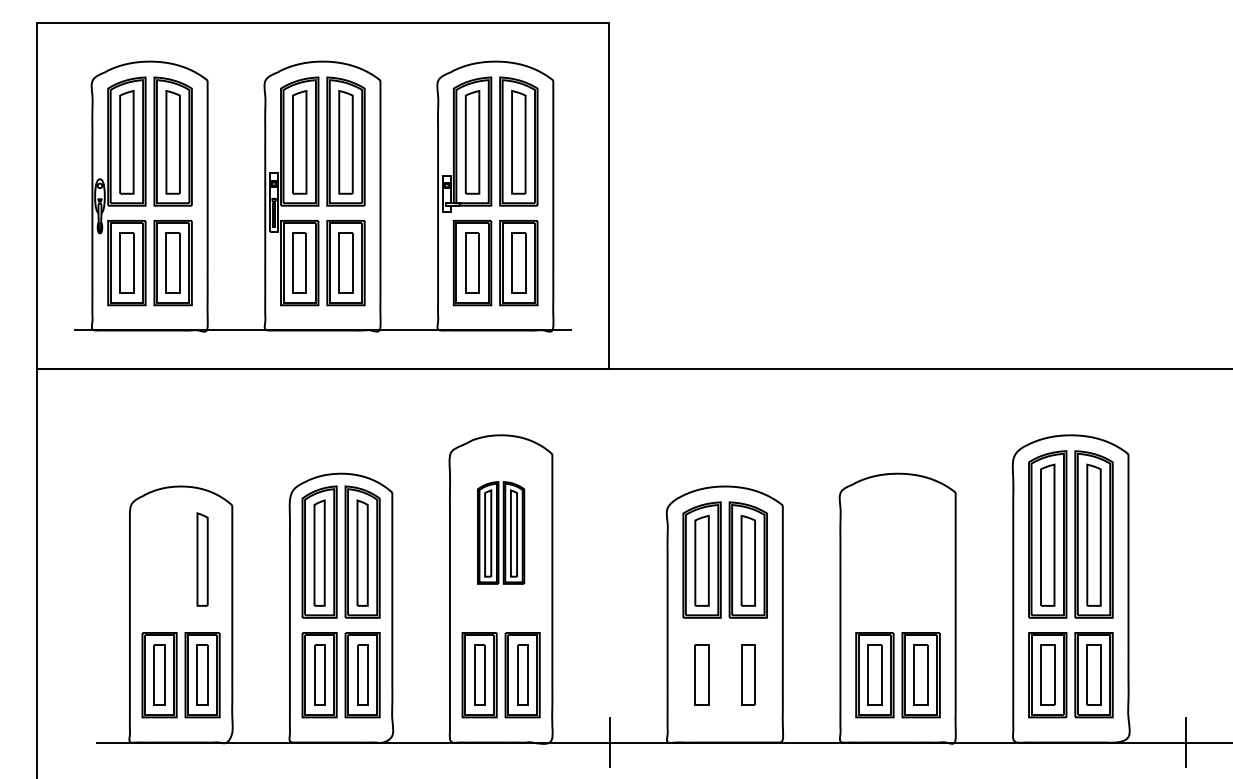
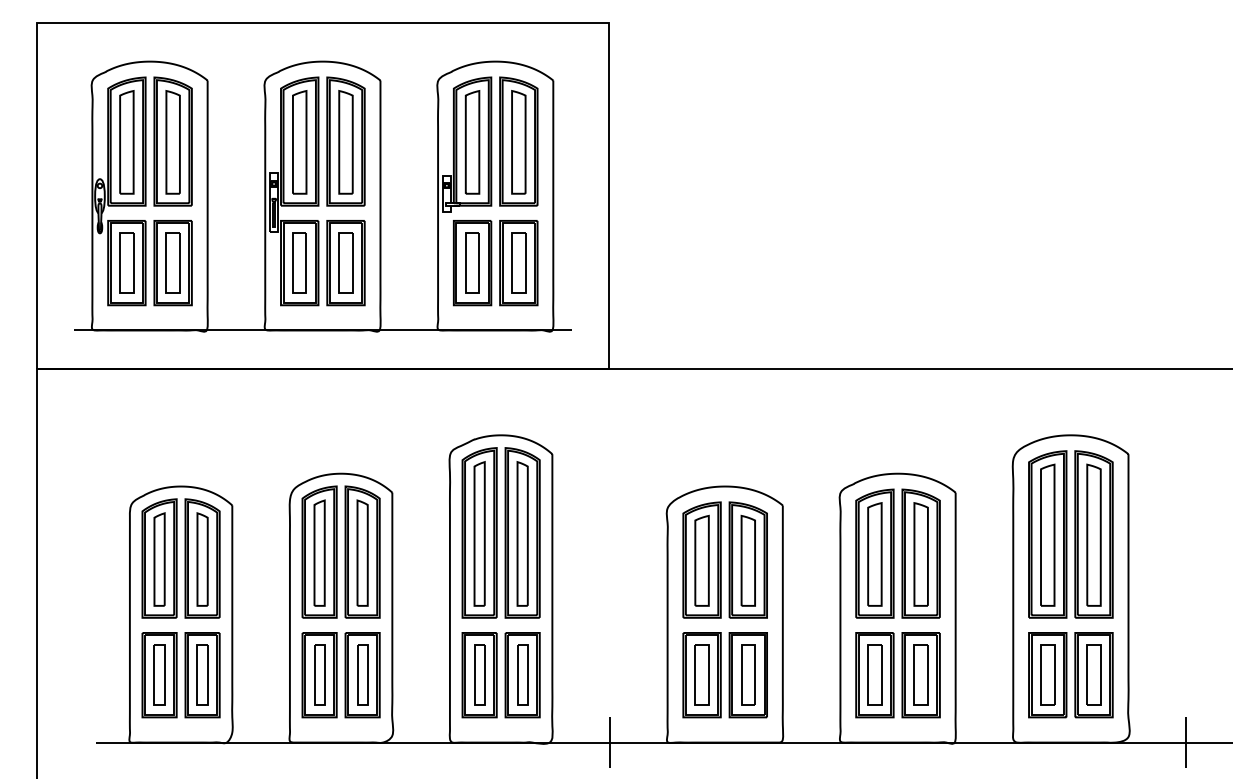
part at (501, 532) size: 49x104 px -> 80x172 px
part at (897, 553): none -> present
part at (180, 558): none -> present
part at (724, 675): none -> present
